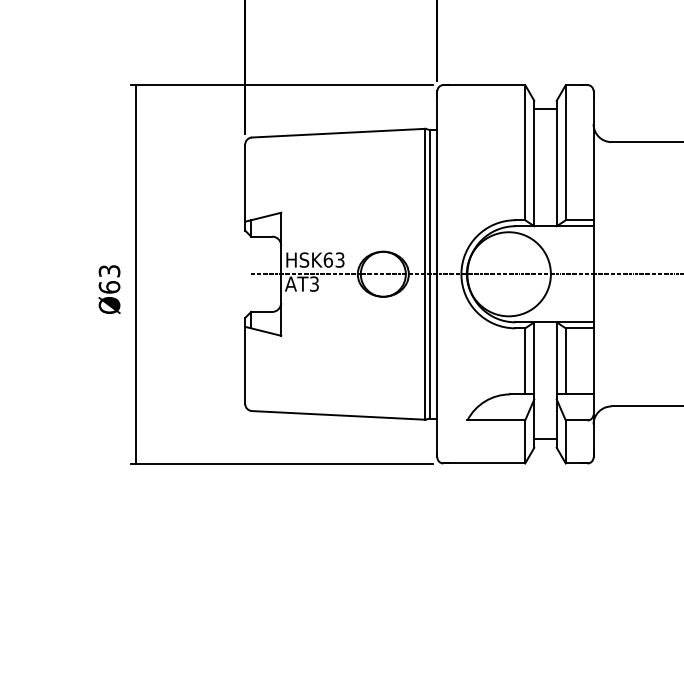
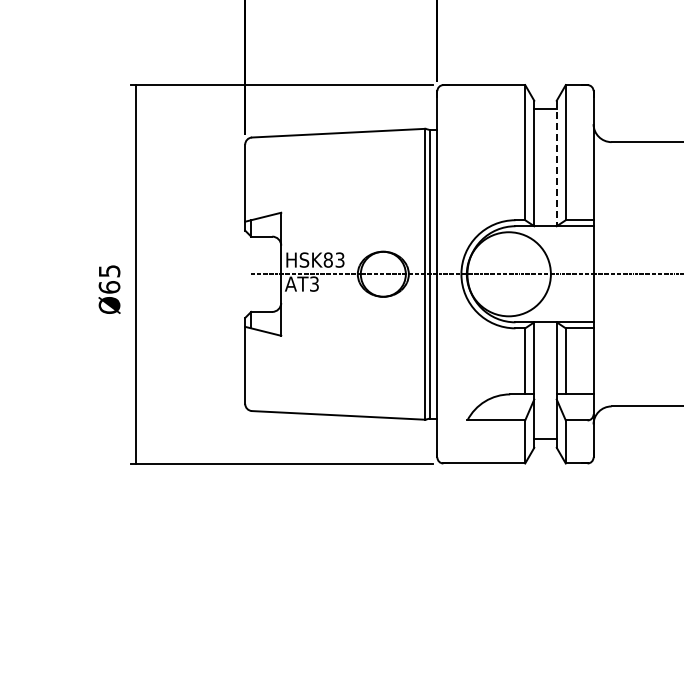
line at (556, 163): solid -> dashed
text at (327, 259): HSK63 -> HSK83
text at (108, 270): Ø63 -> Ø65
